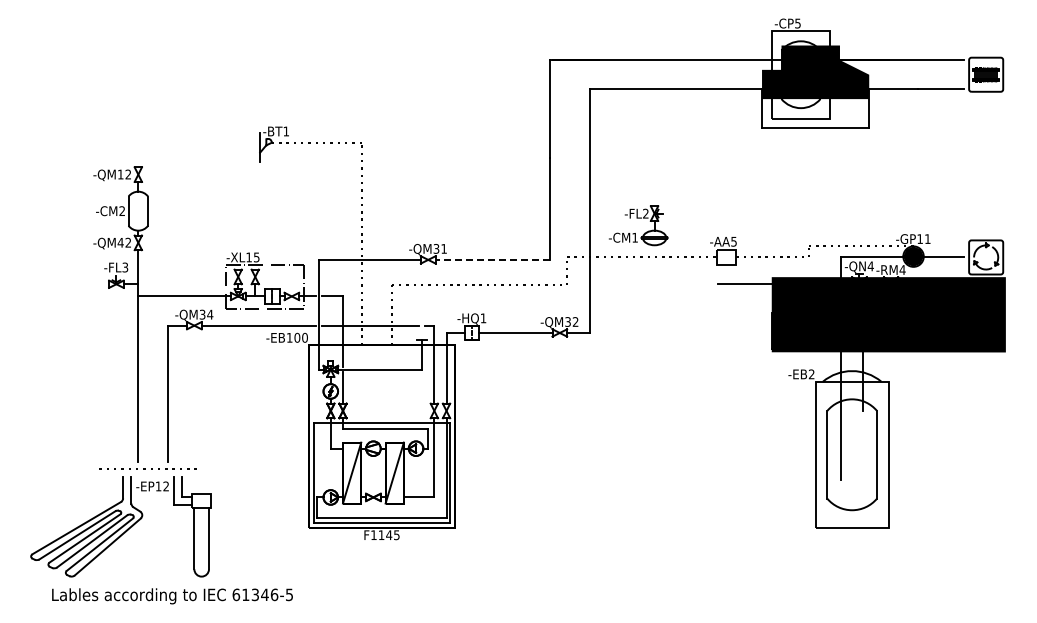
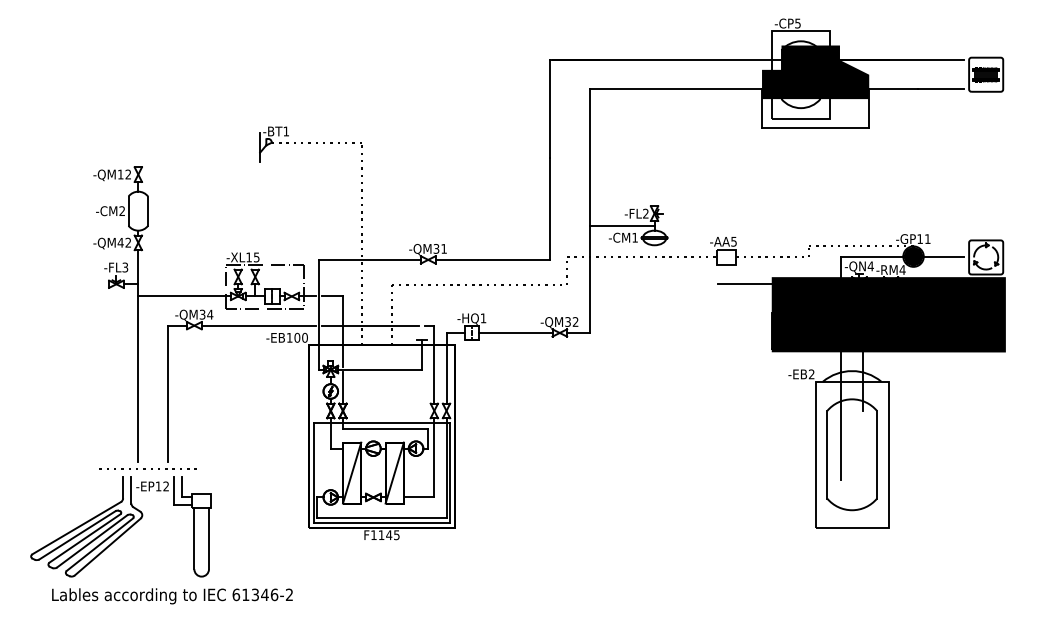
line at (621, 225): none -> present
line at (492, 259): dashed -> solid
text at (289, 594): 61346-5 -> 61346-2
